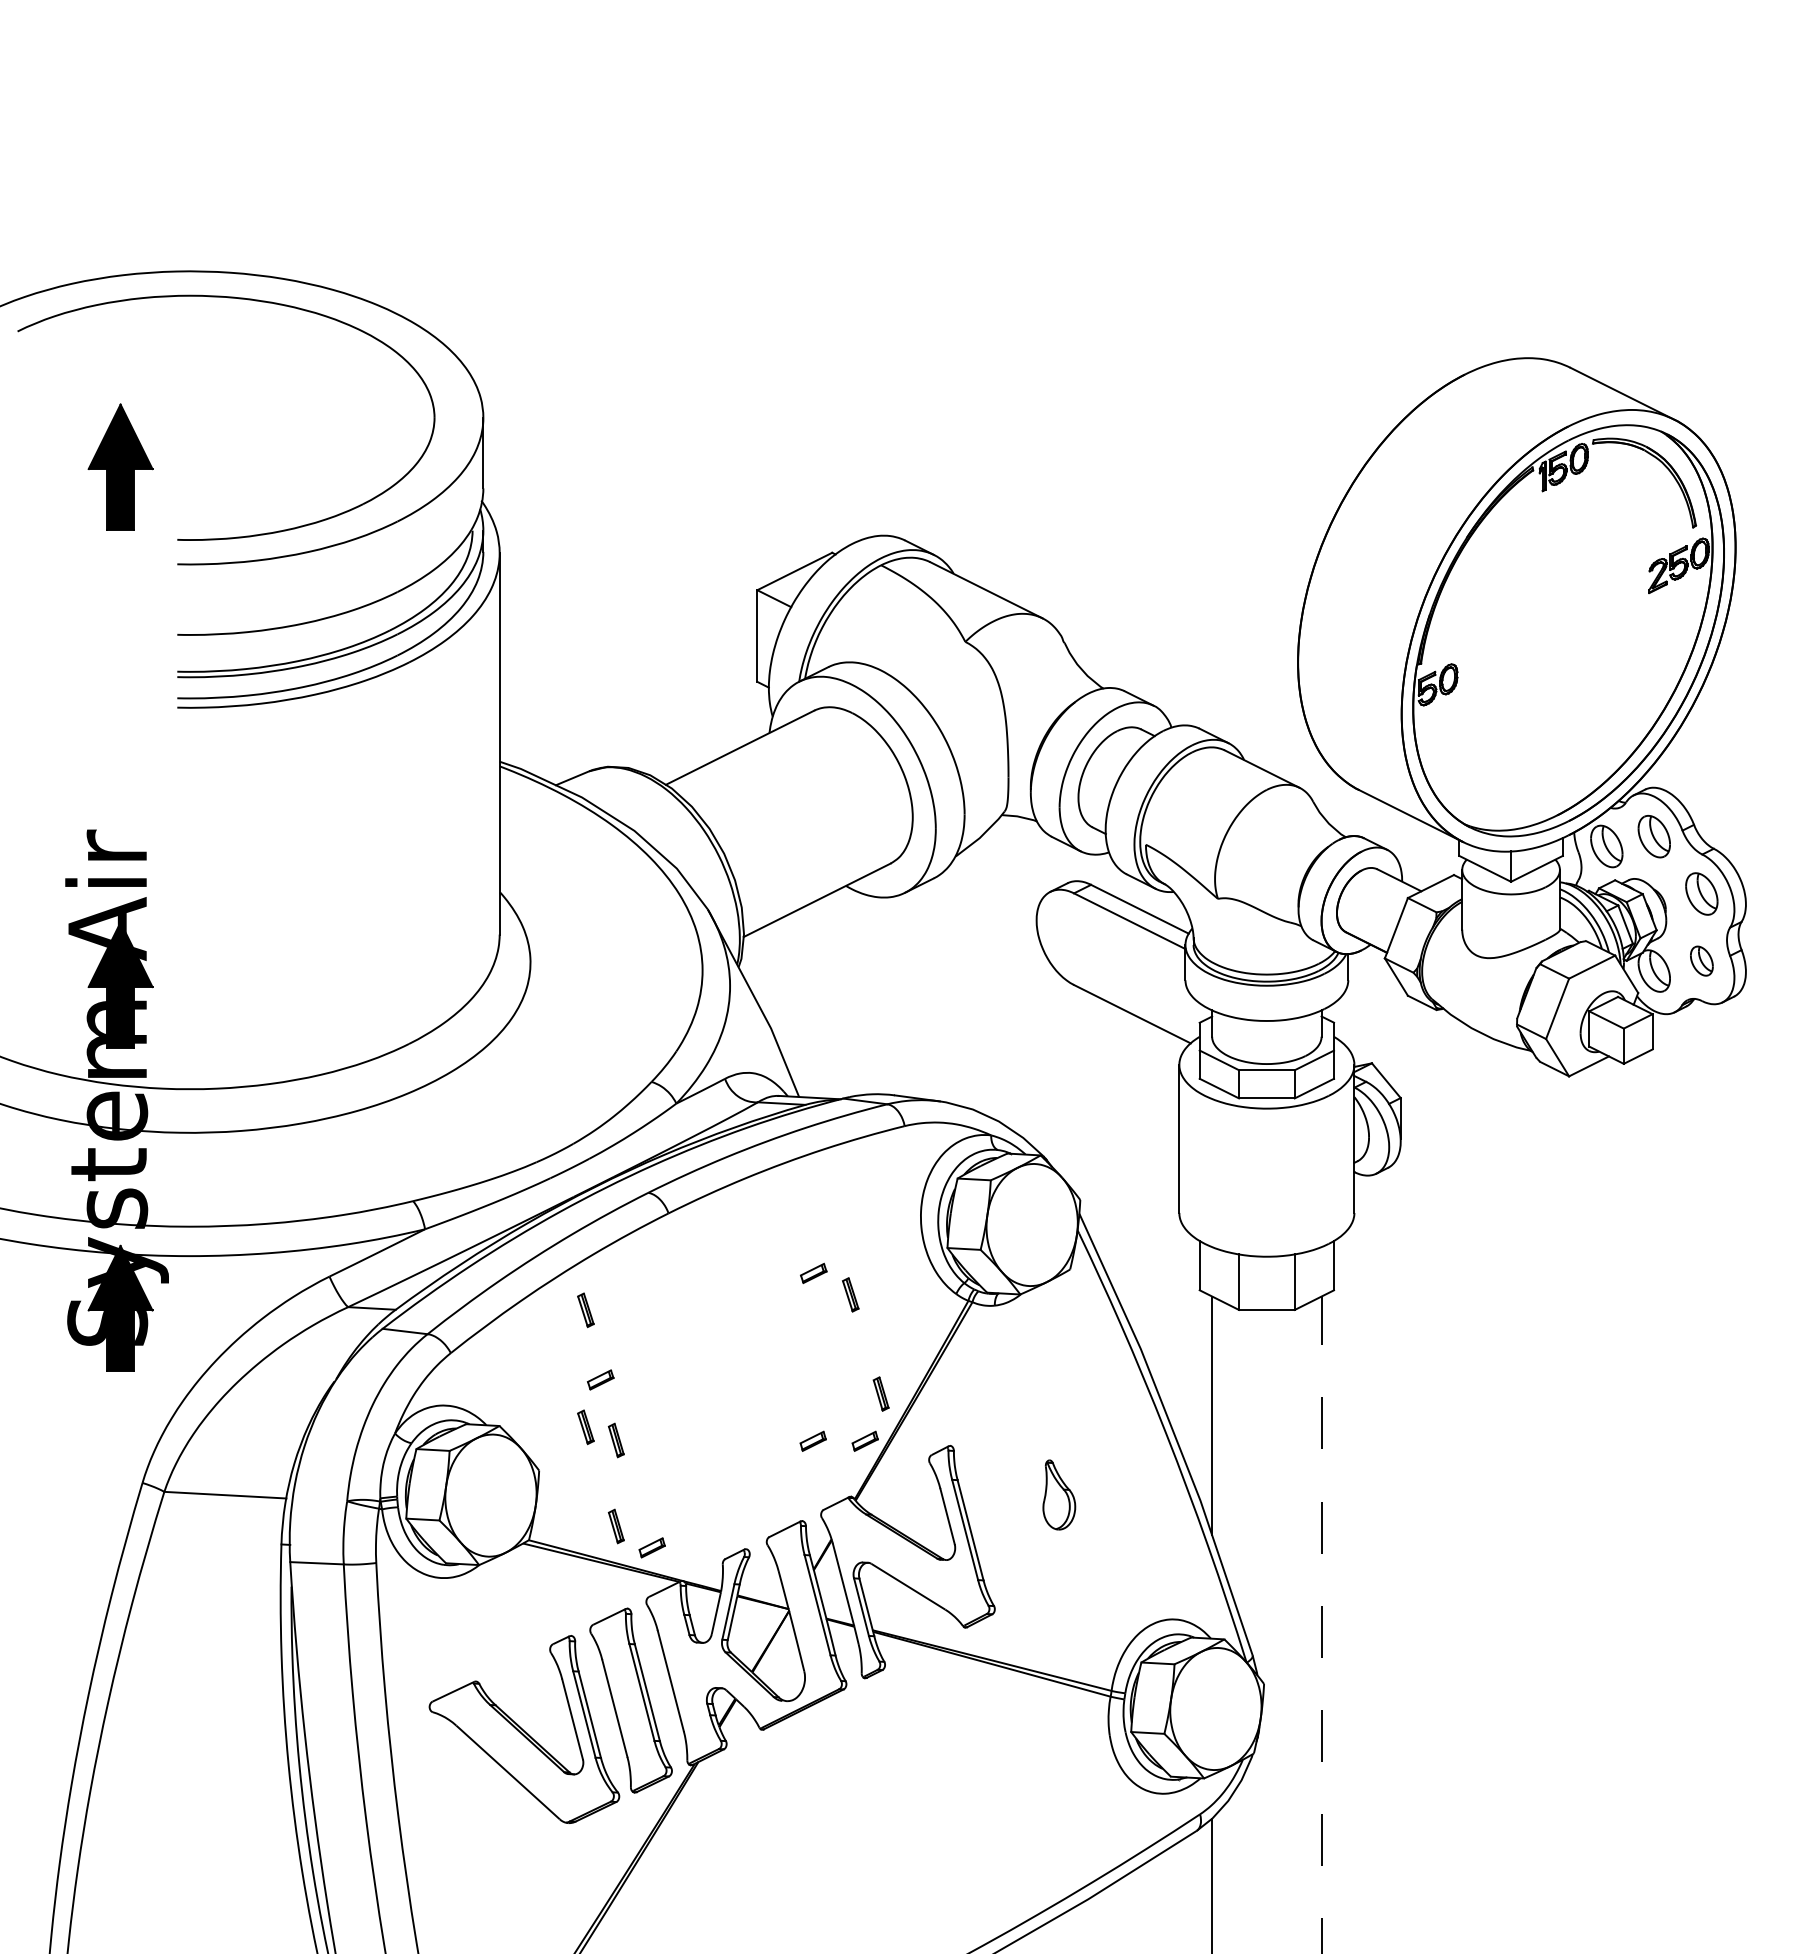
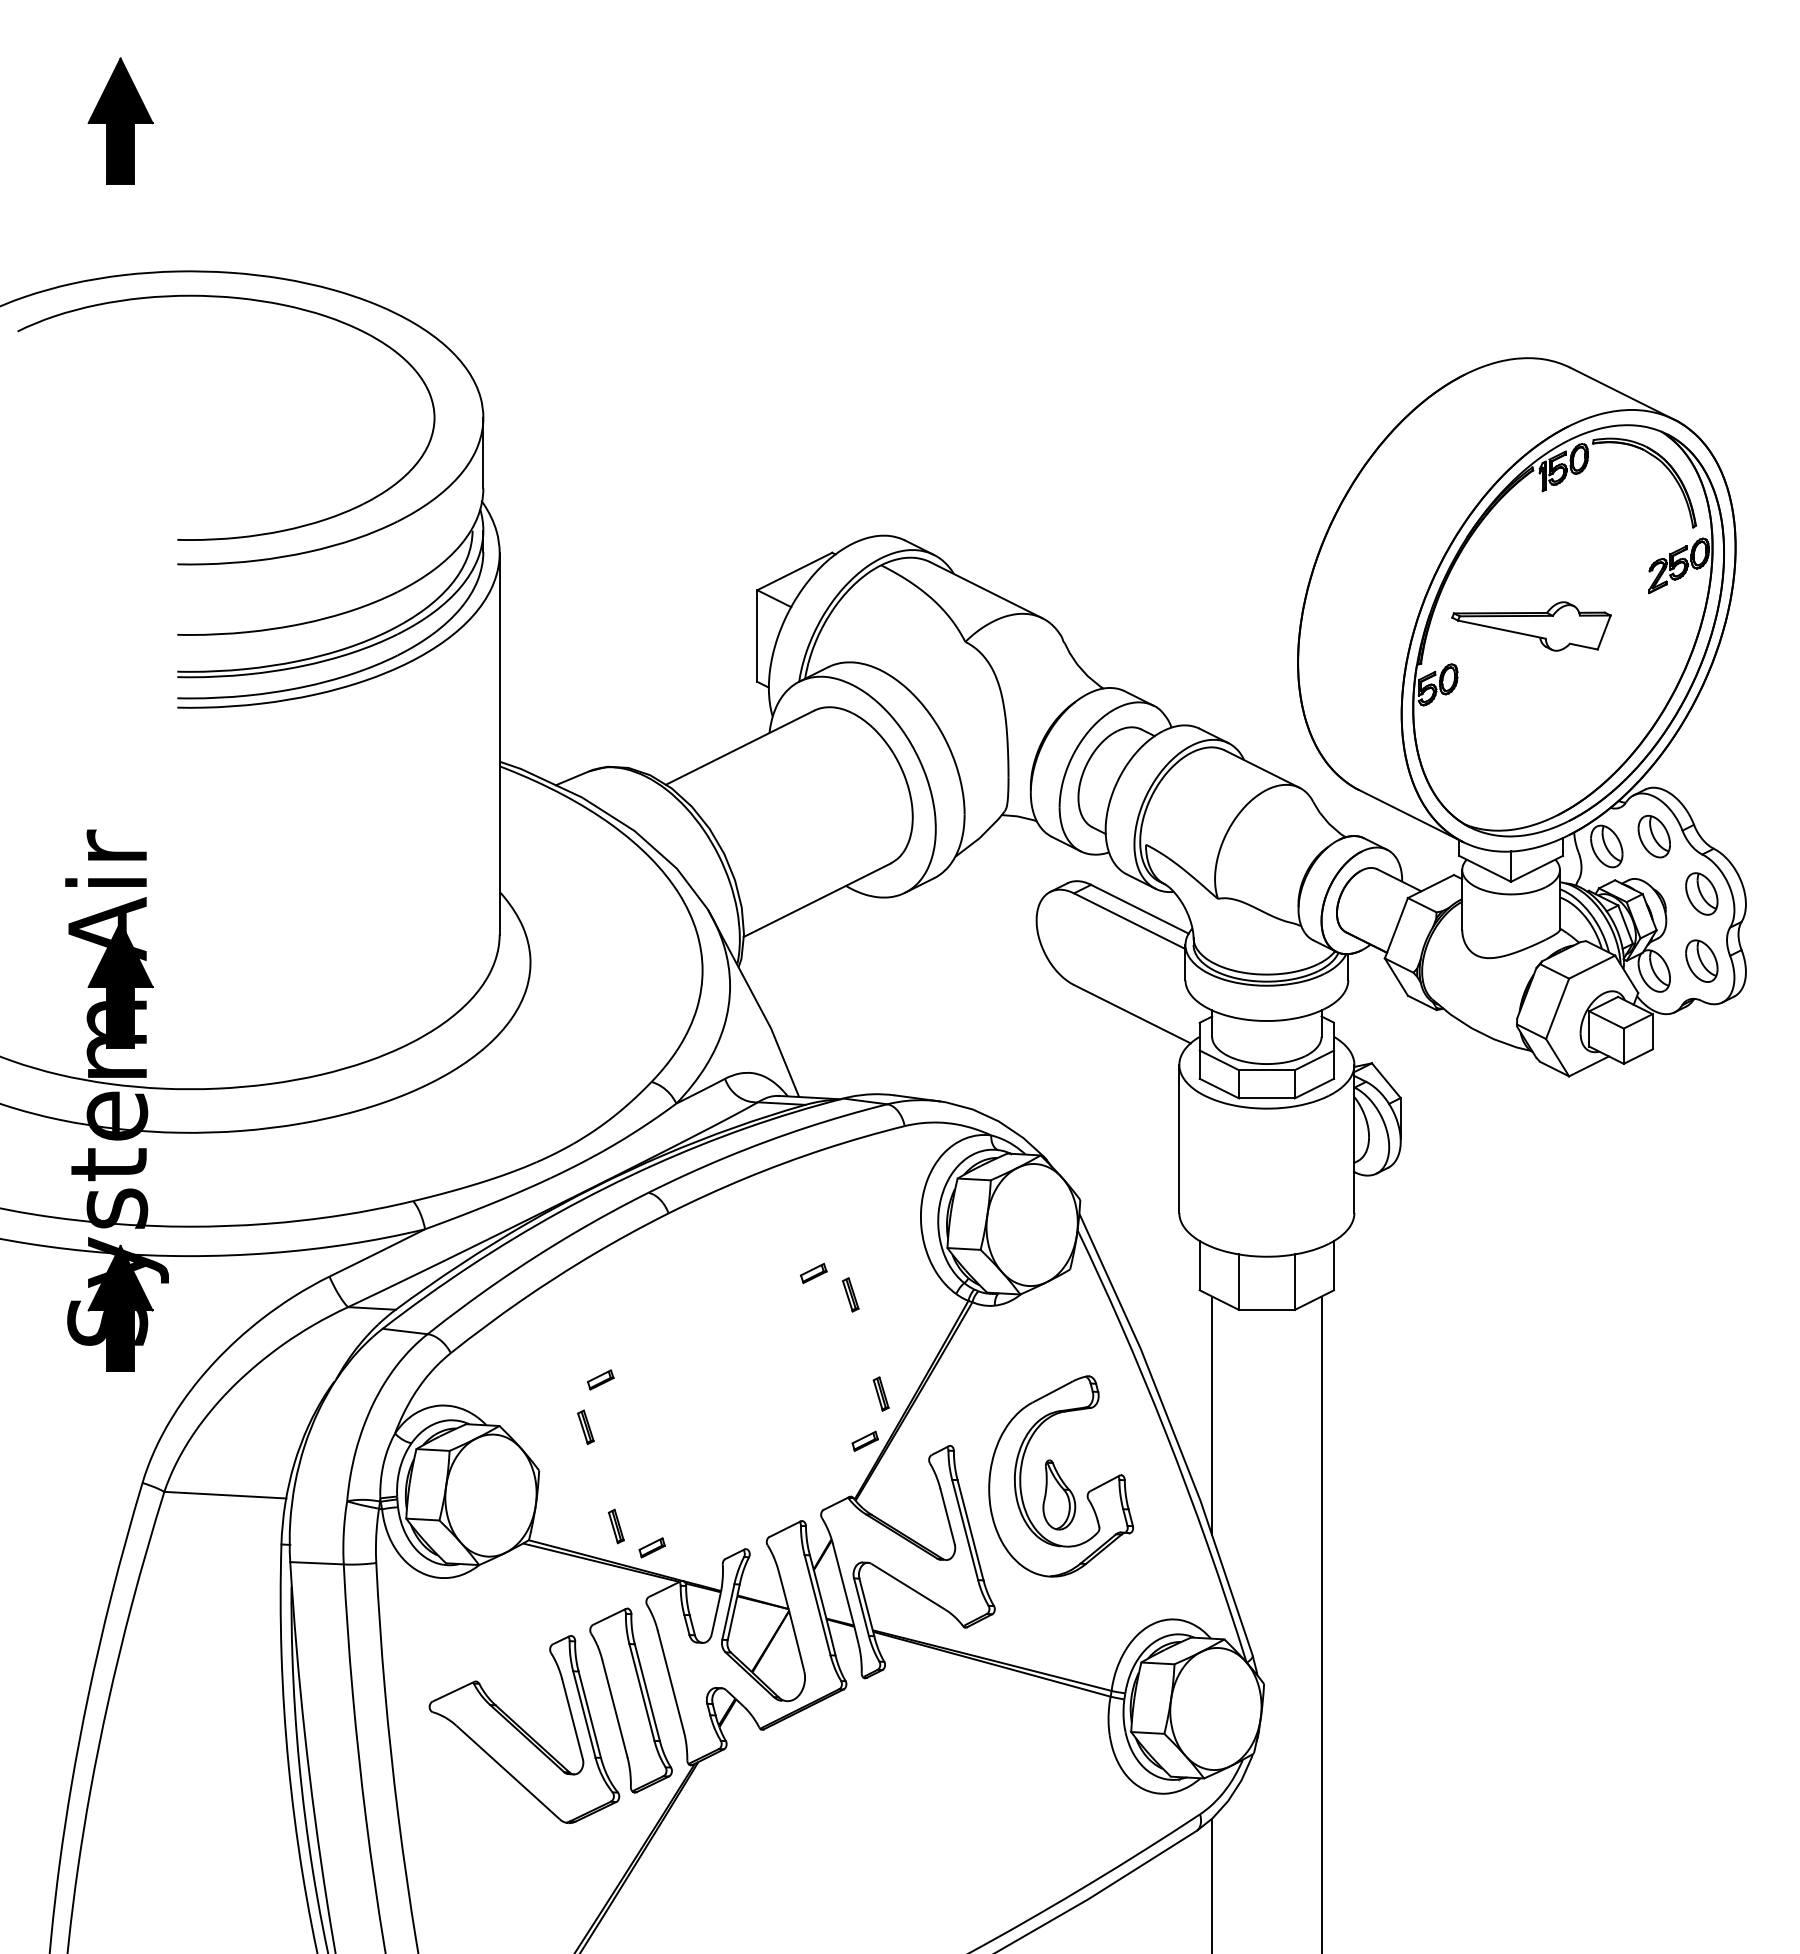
part at (120, 466) position: (120, 466) -> (120, 120)
part at (1531, 626): none -> present
part at (1701, 960) size: 24x32 px -> 34x44 px
part at (585, 1310): present -> none
part at (615, 1440): present -> none
part at (812, 1440): present -> none
part at (1087, 1492): none -> present
line at (1321, 1624): dashed -> solid
